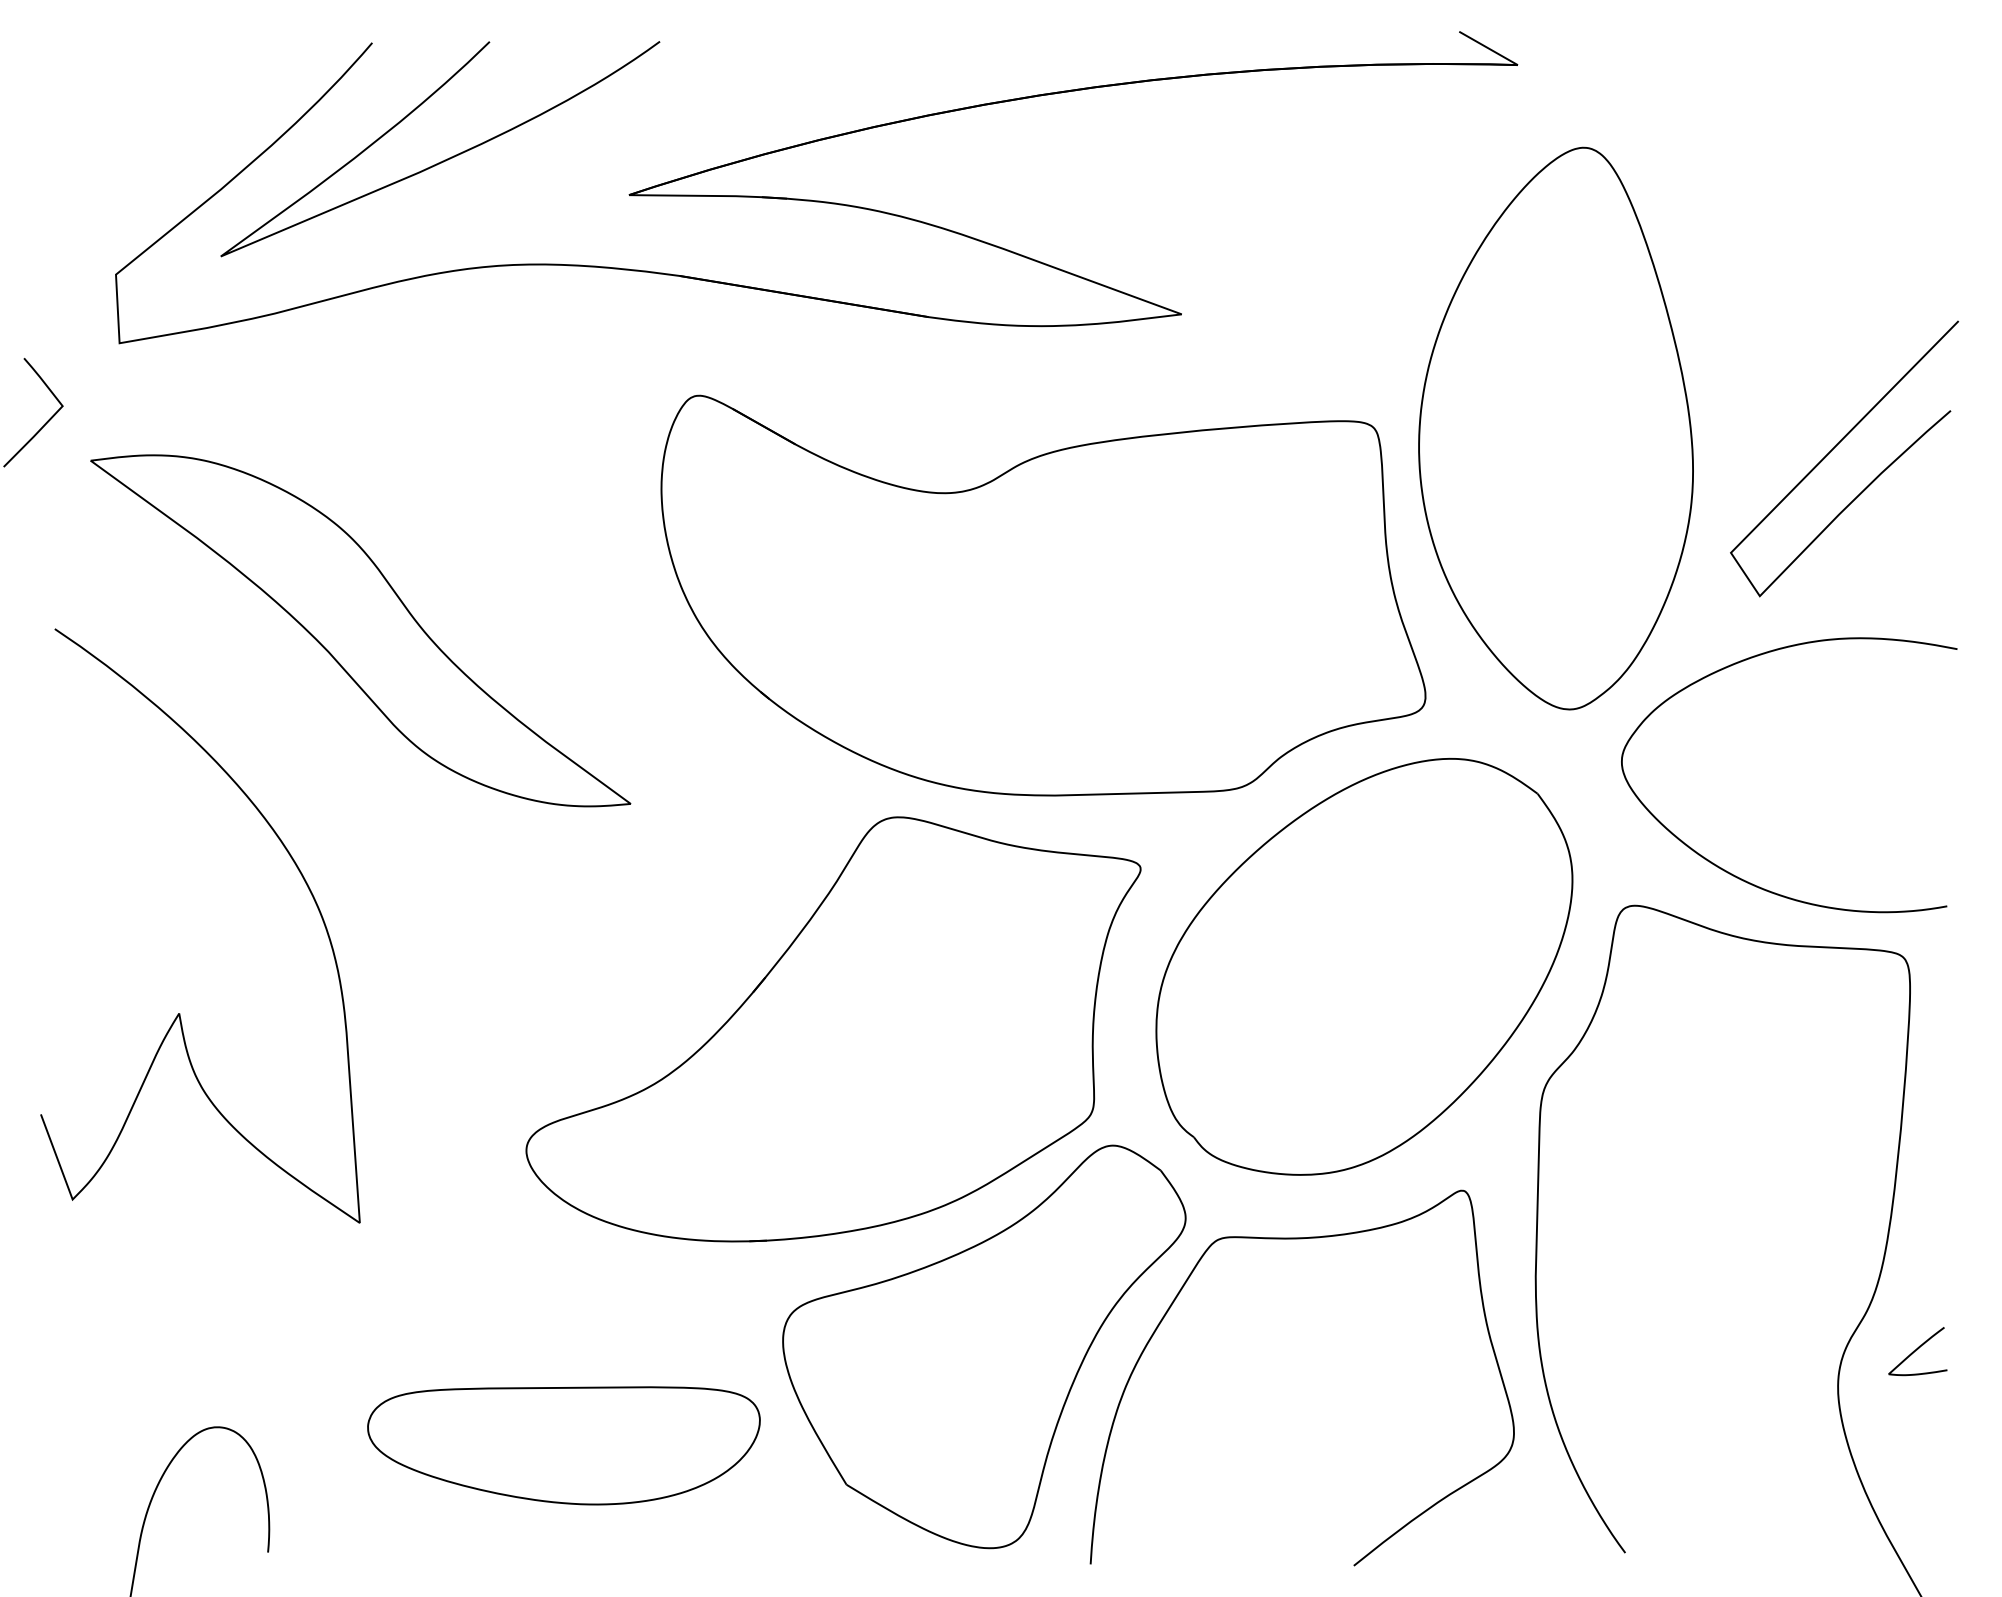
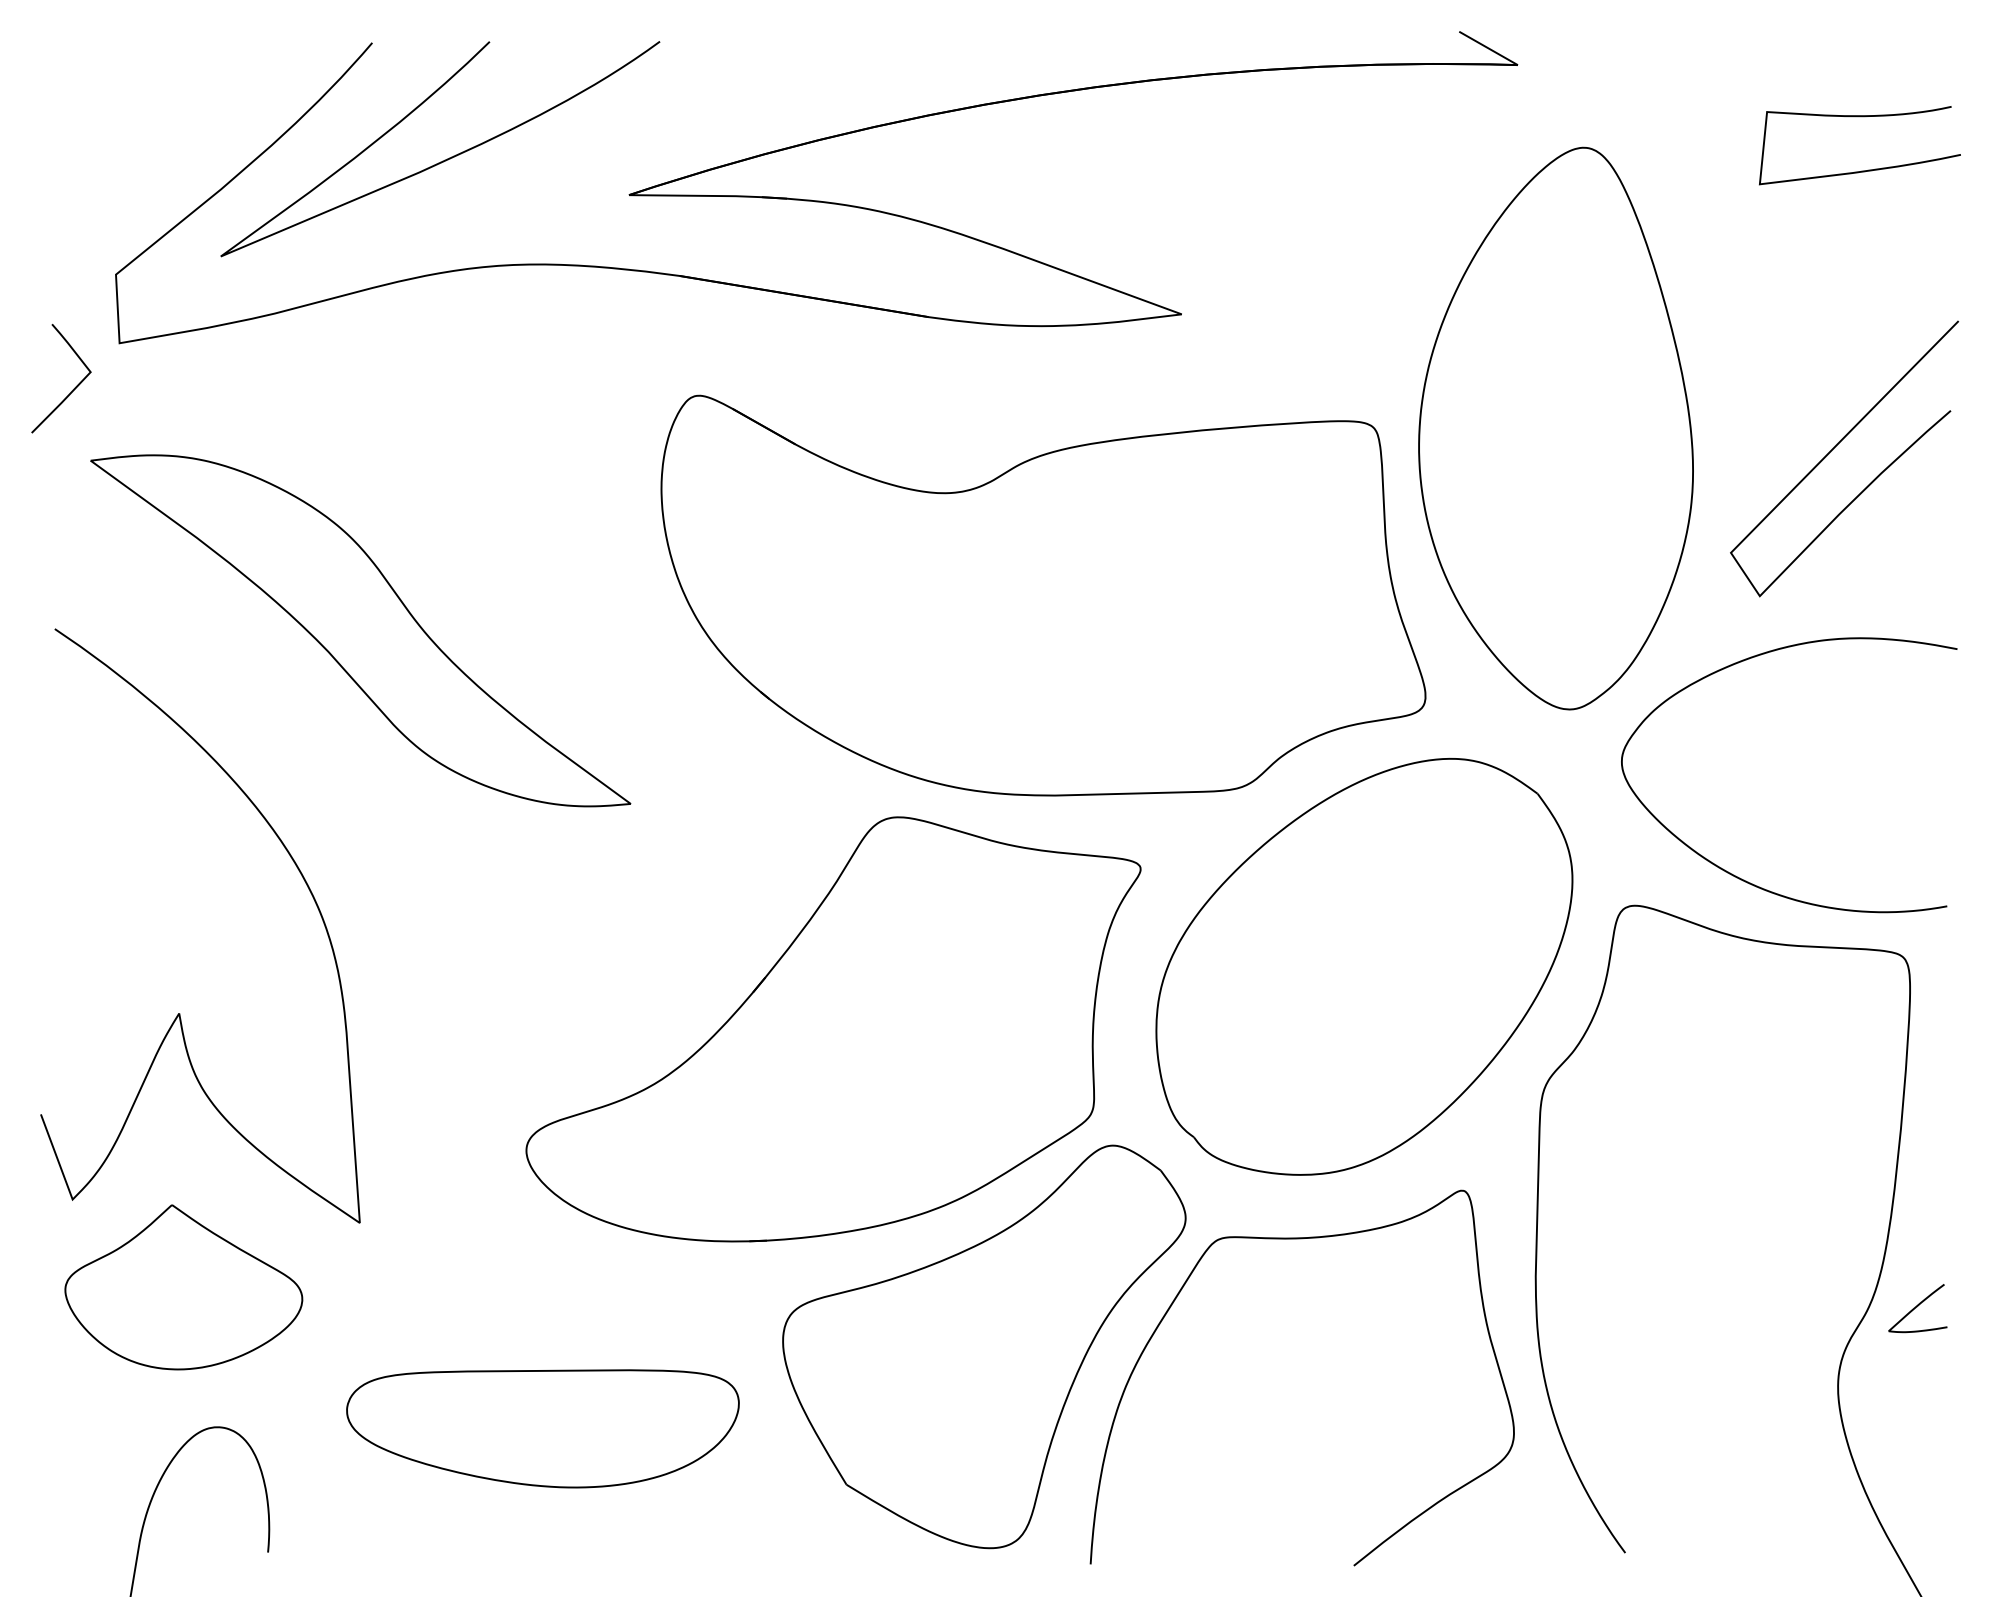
curve at (1861, 170): none -> present
curve at (44, 423) position: (44, 423) -> (72, 389)
part at (183, 1287): none -> present
curve at (1917, 1350) position: (1917, 1350) -> (1917, 1307)
part at (563, 1445) position: (563, 1445) -> (542, 1428)
